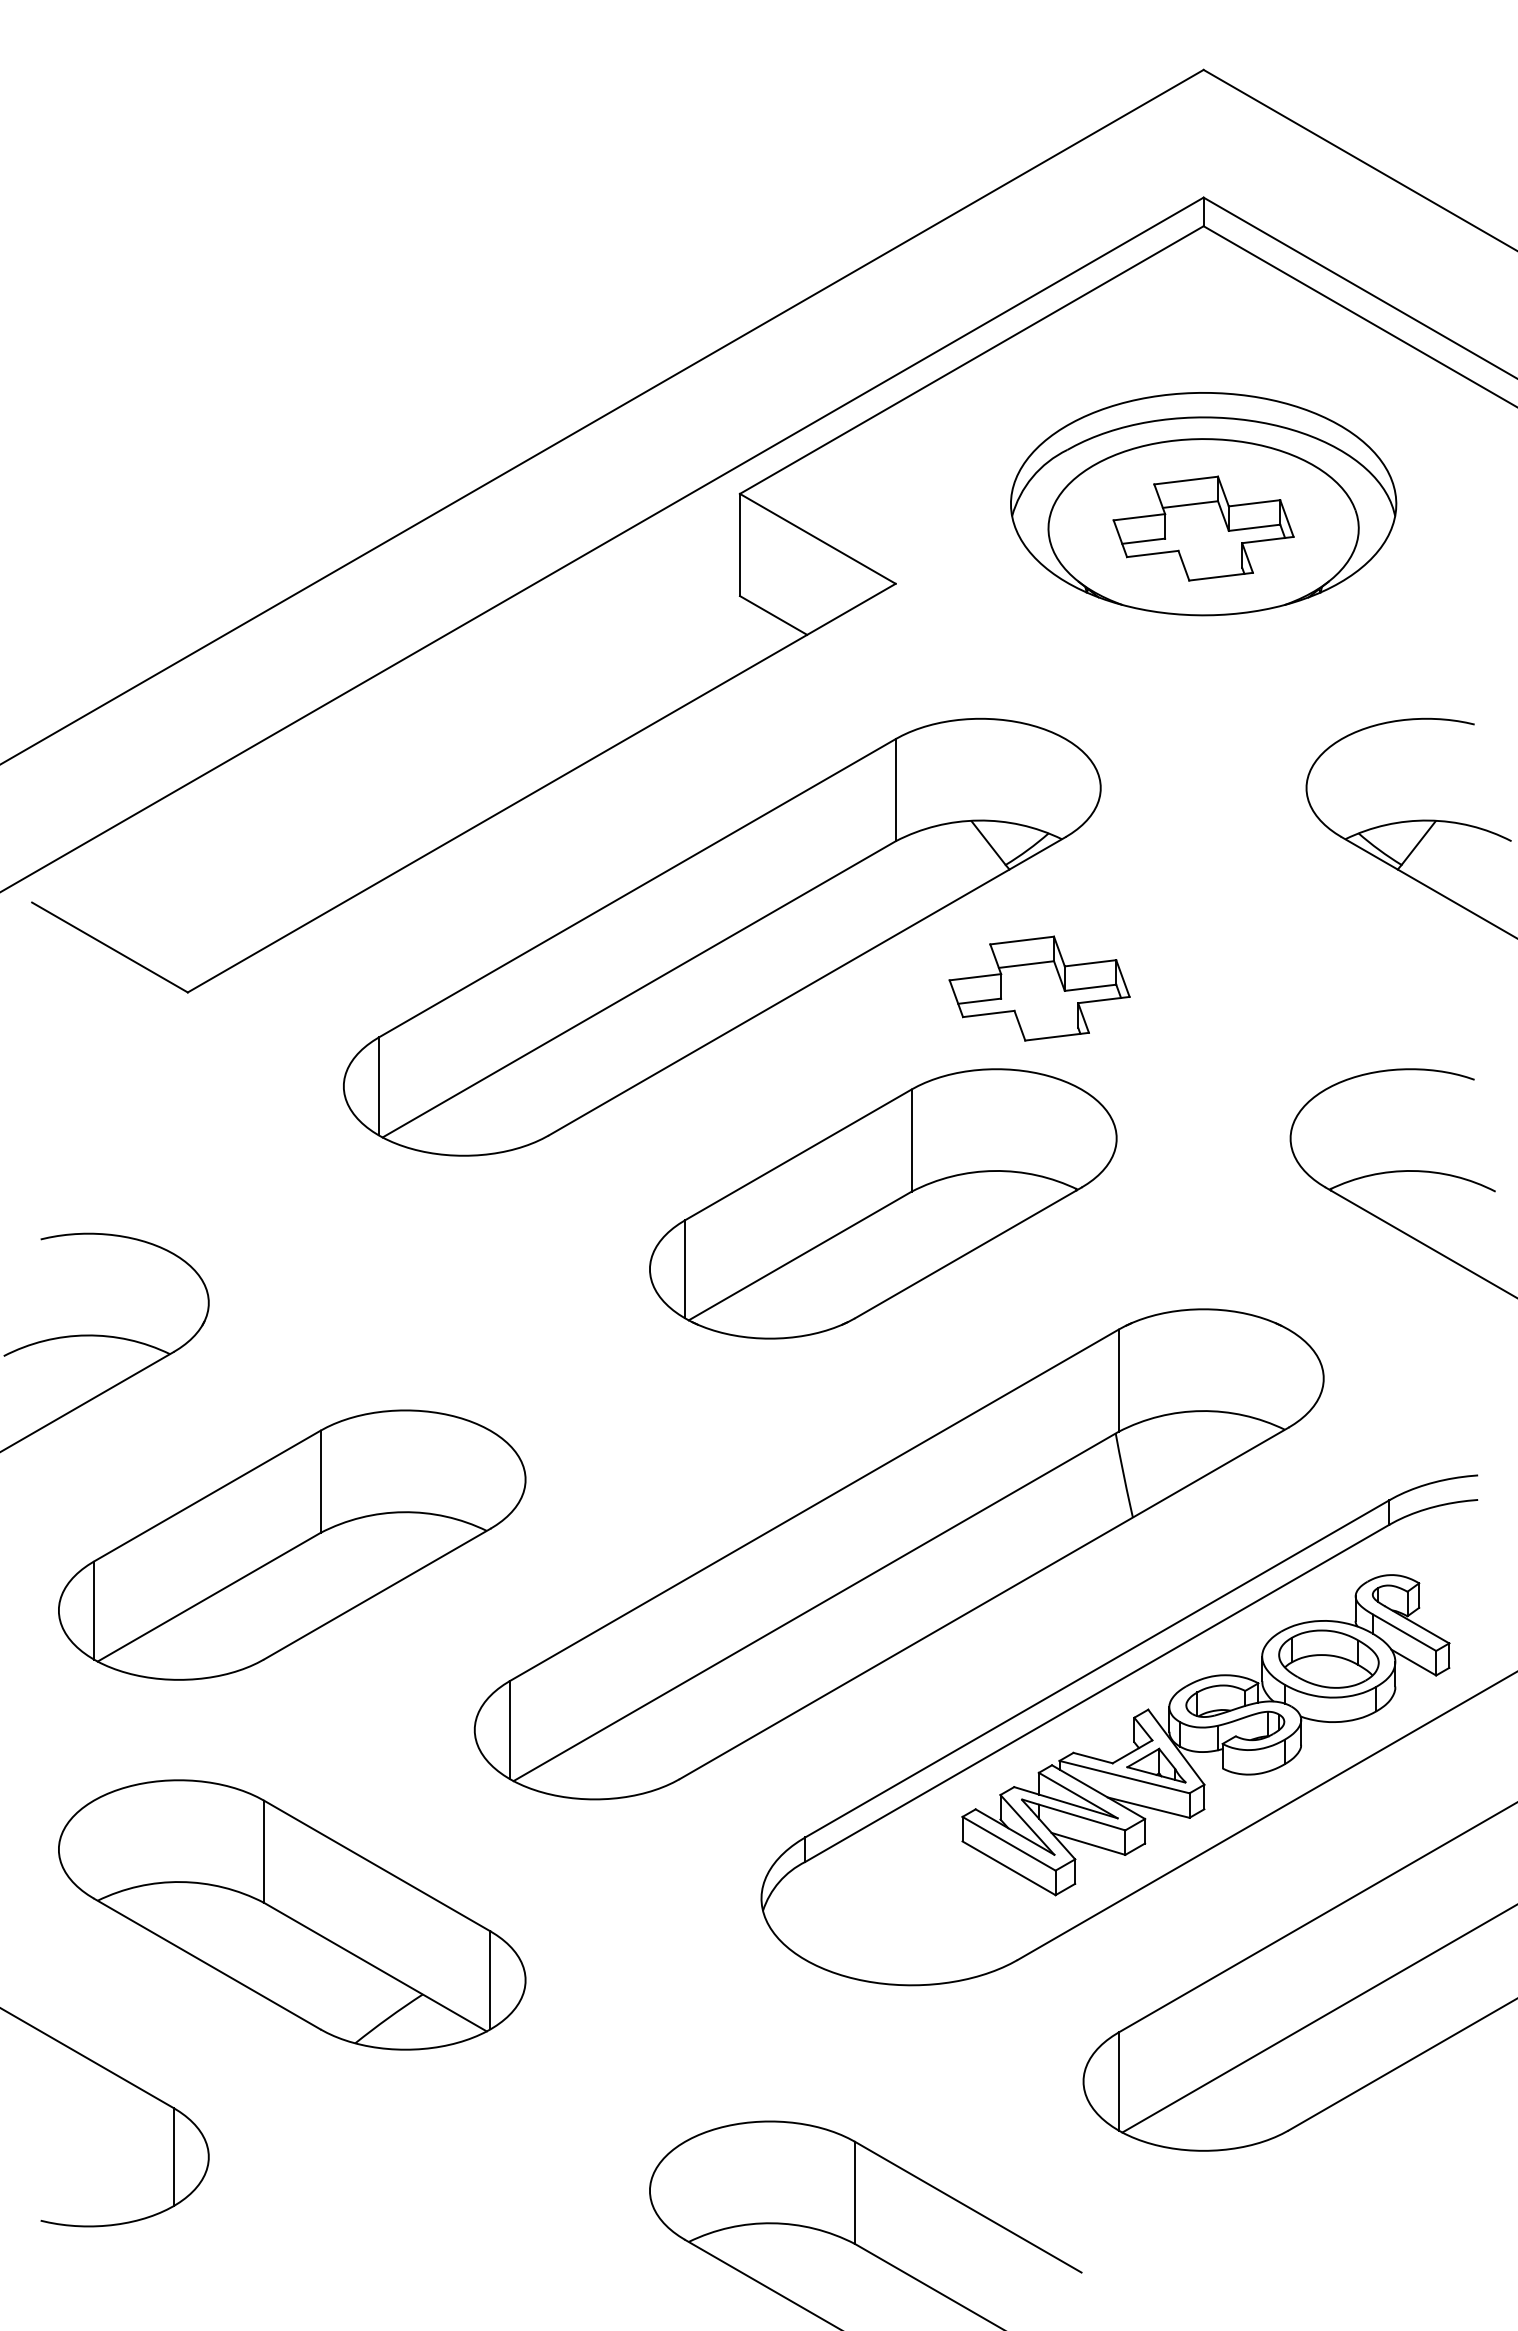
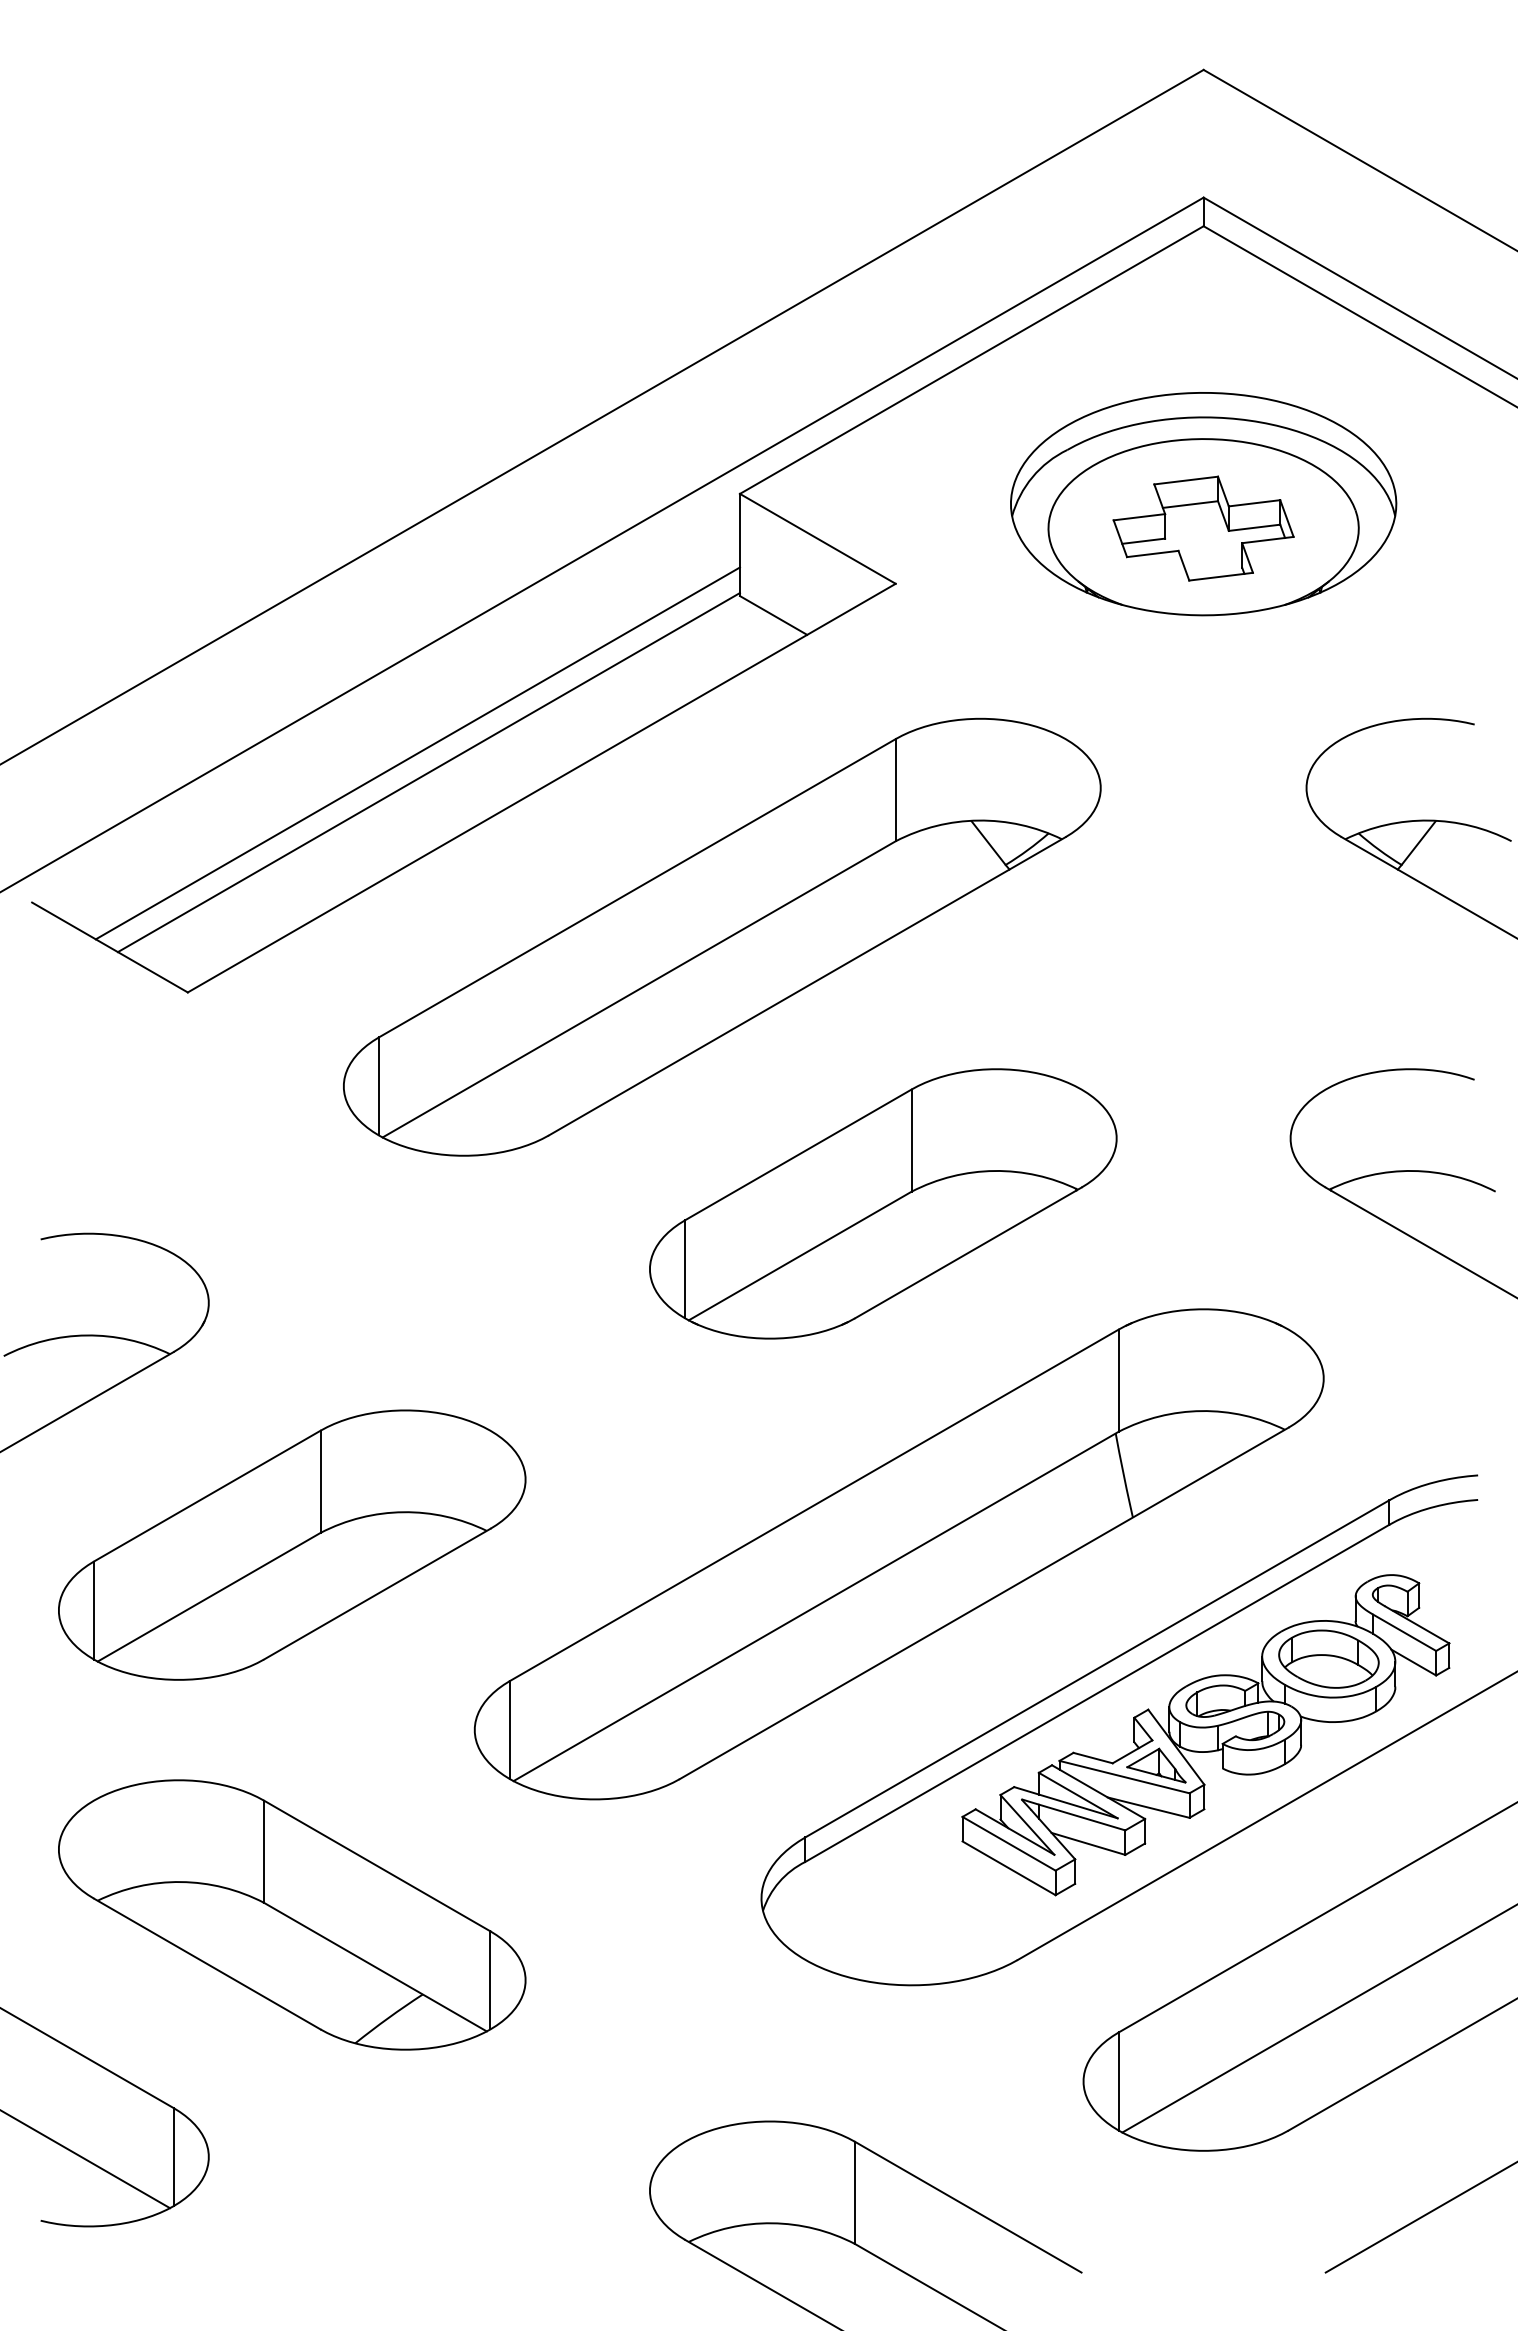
line at (417, 753): none -> present
line at (428, 772): none -> present
part at (1039, 988): present -> none
line at (86, 2159): none -> present
line at (1419, 2217): none -> present
